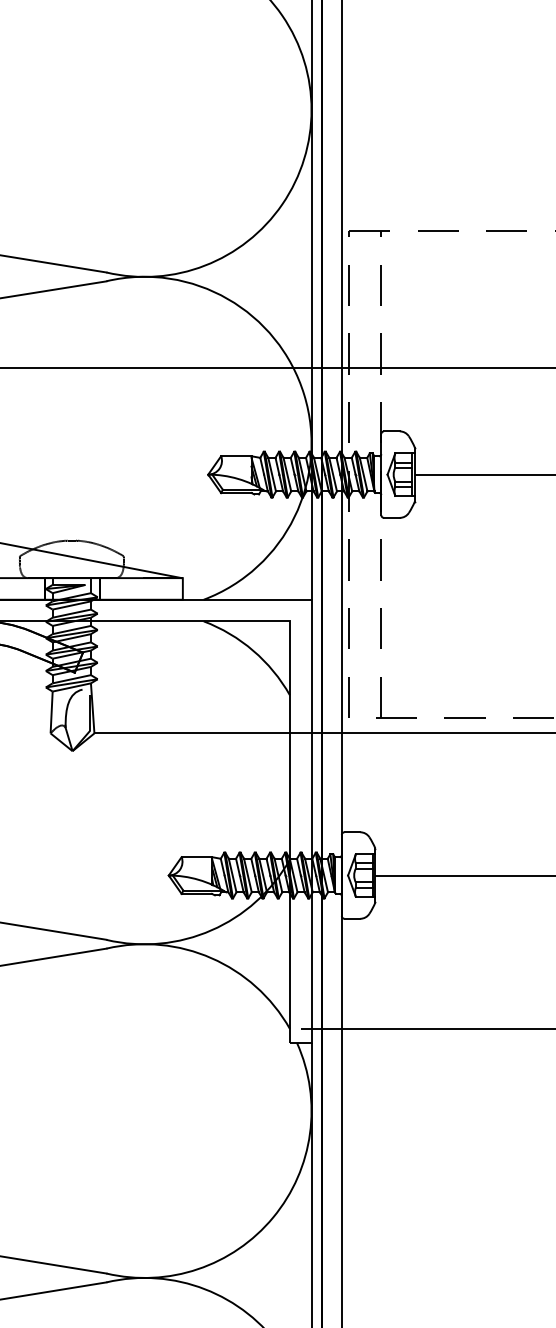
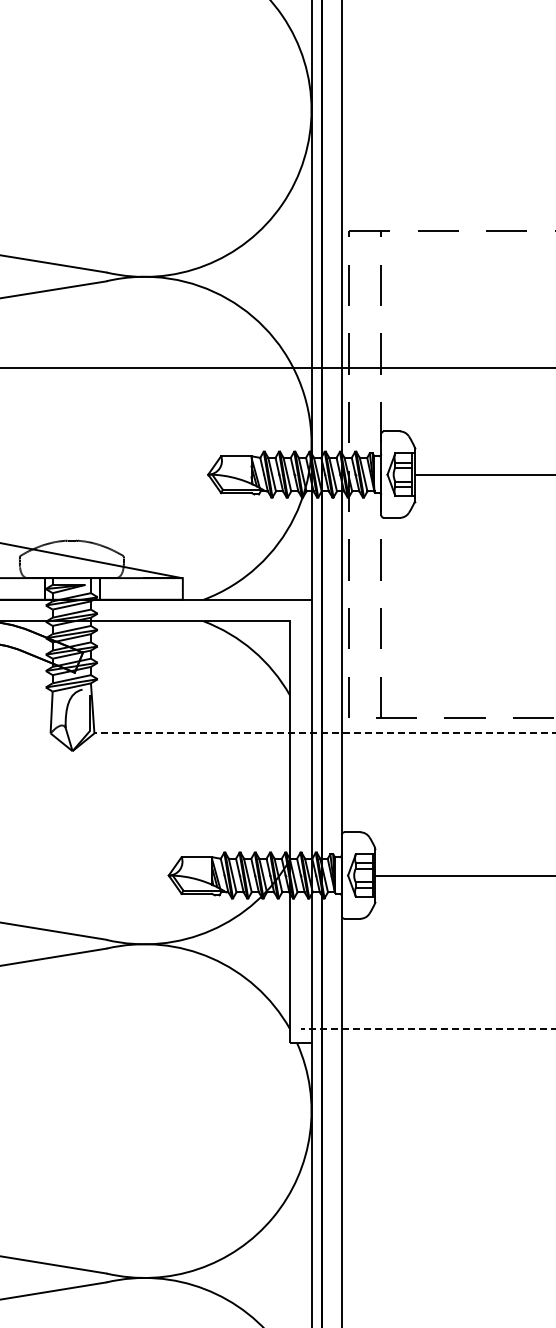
line at (325, 733): solid -> dashed
line at (427, 1028): solid -> dashed
